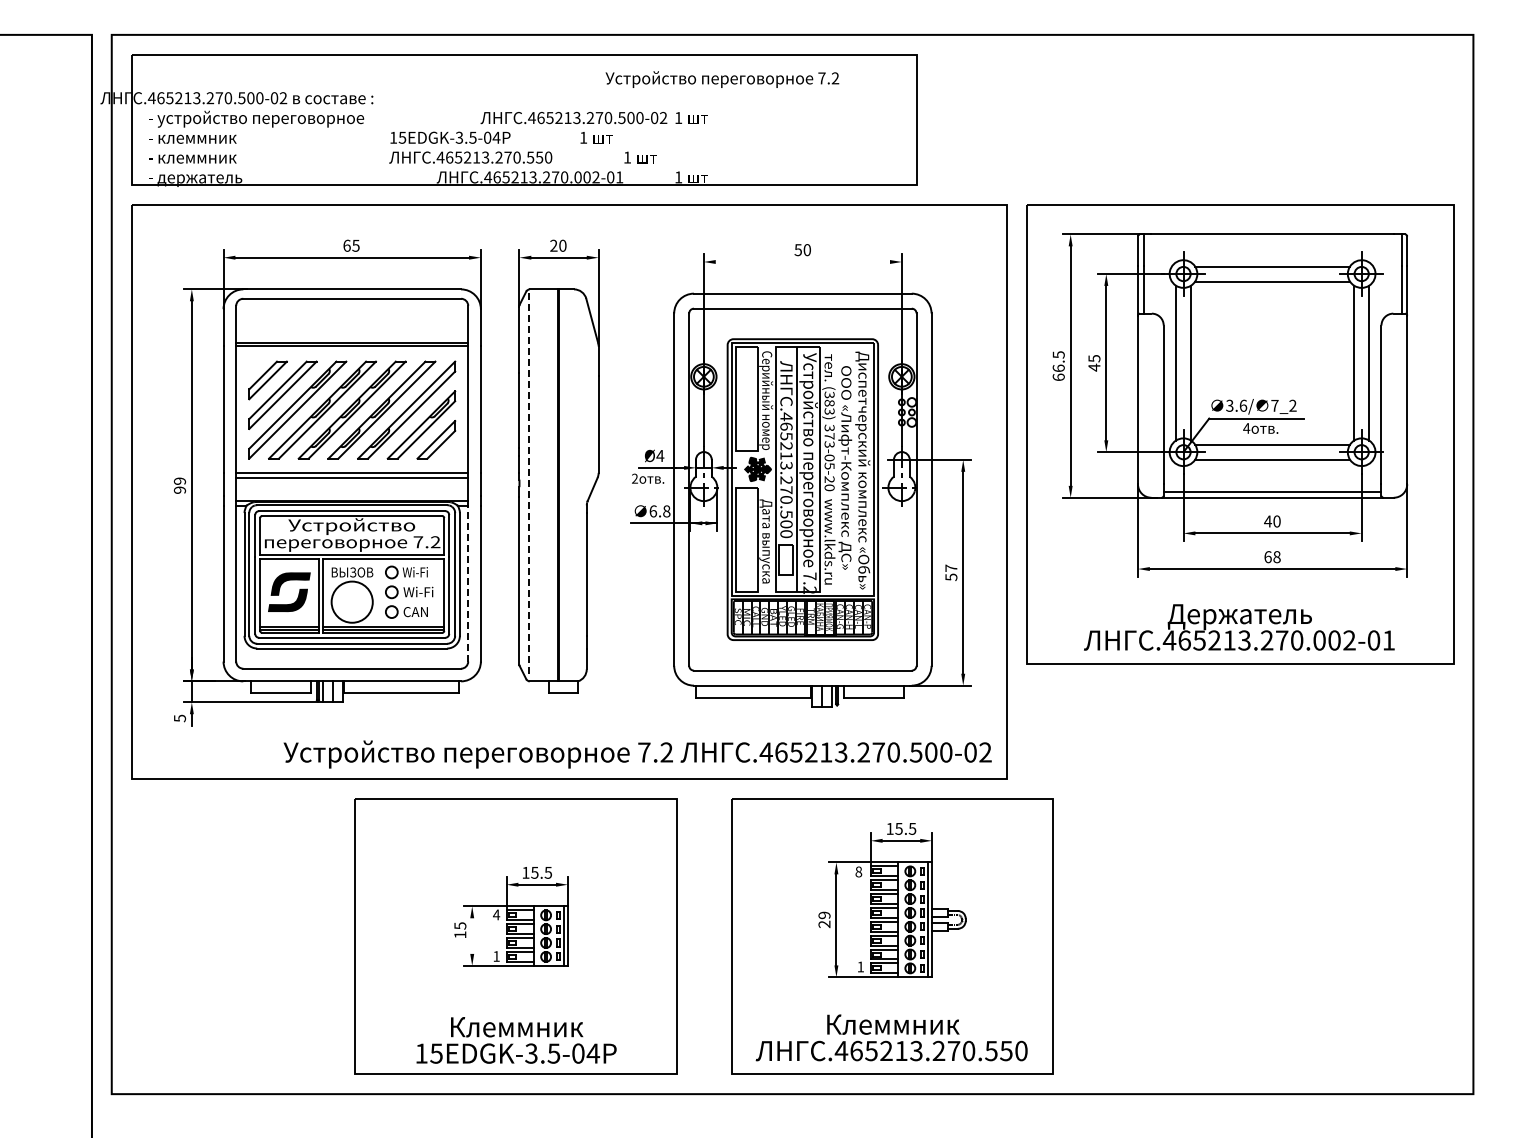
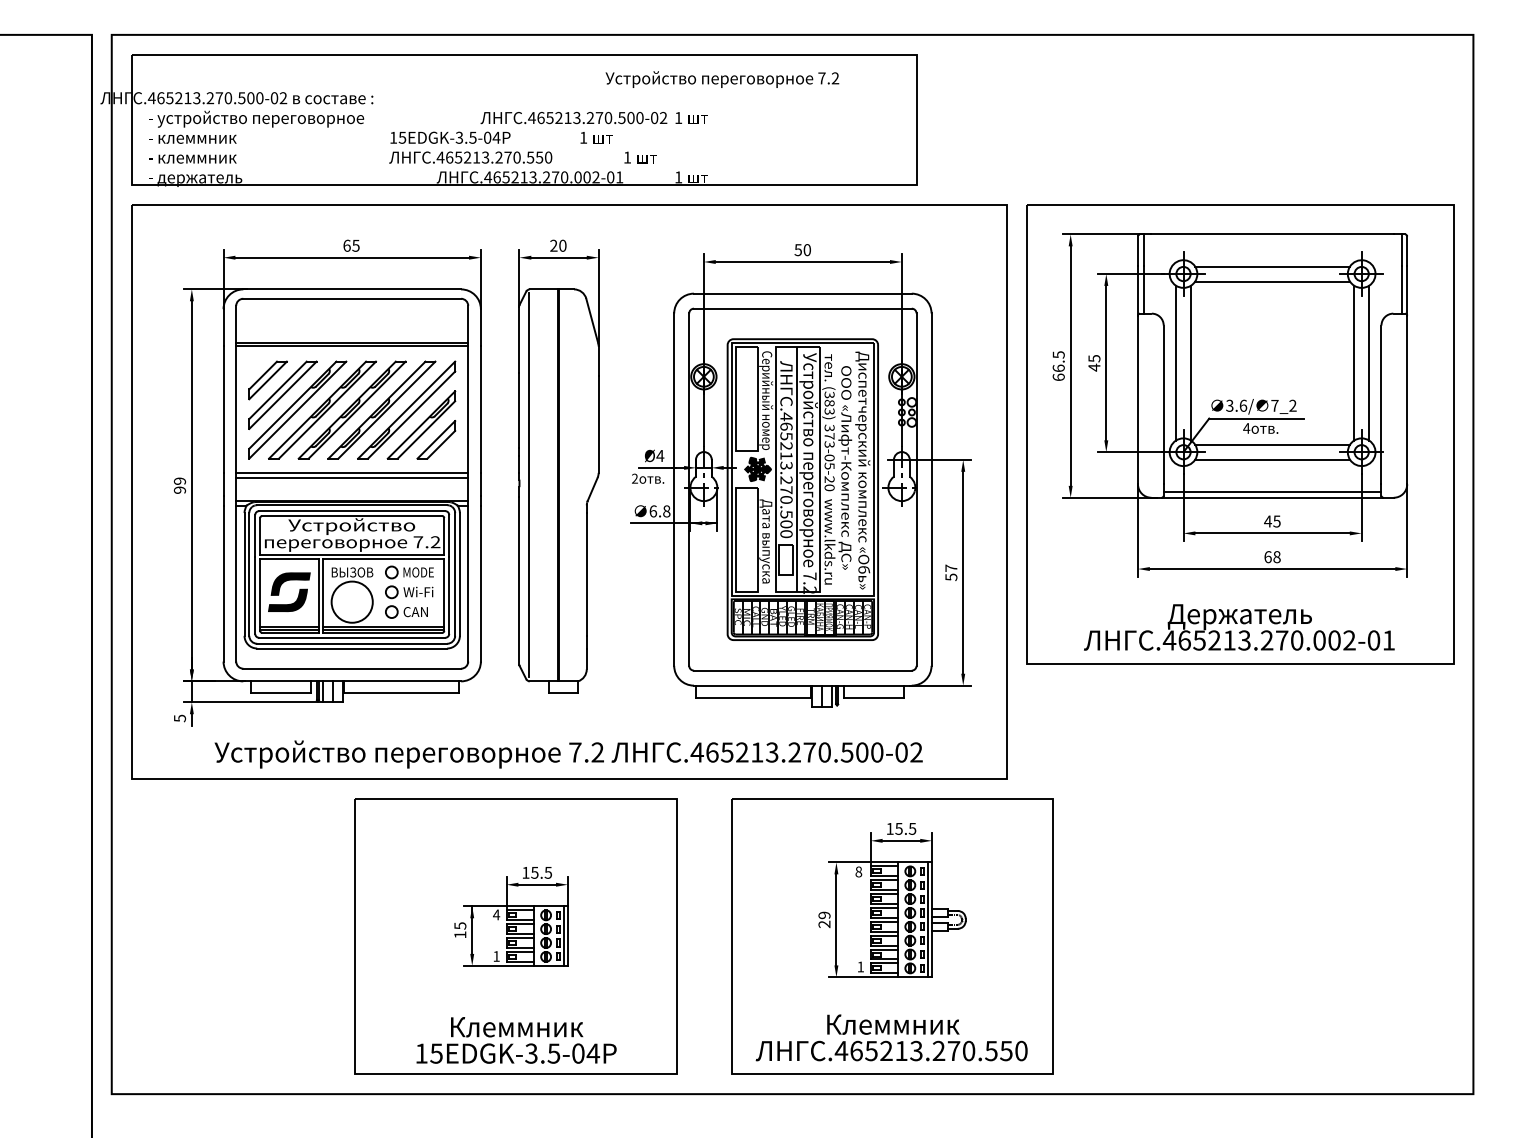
line at (802, 261): none -> present
line at (529, 485): dashed -> solid
text at (1276, 521): 40 -> 45
text at (417, 572): Wi-Fi -> MODE
line at (468, 583): dashed -> solid
text at (637, 754) position: (637, 754) -> (568, 754)
line at (472, 929): none -> present
